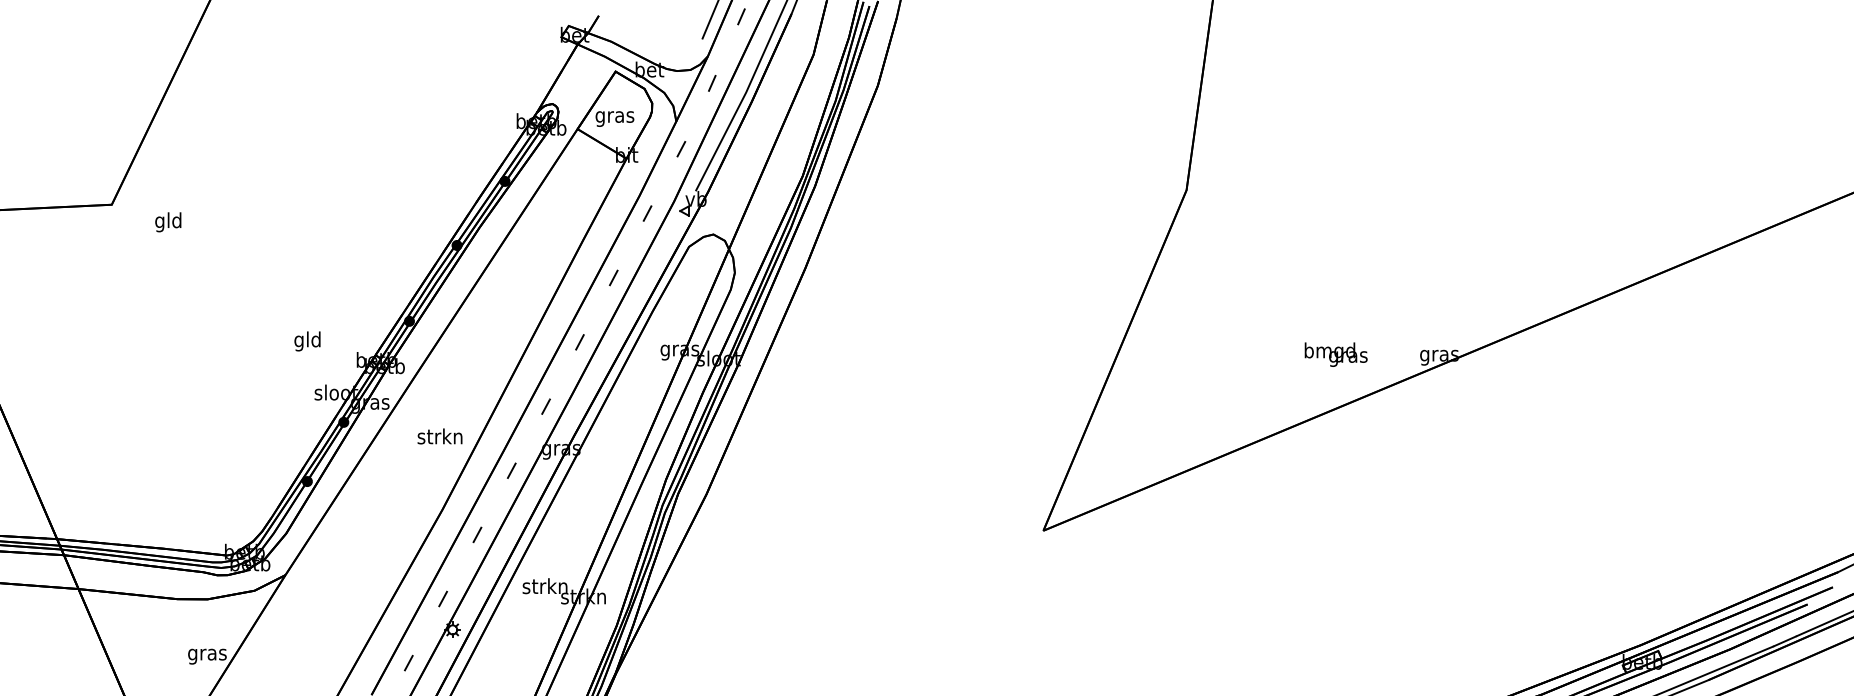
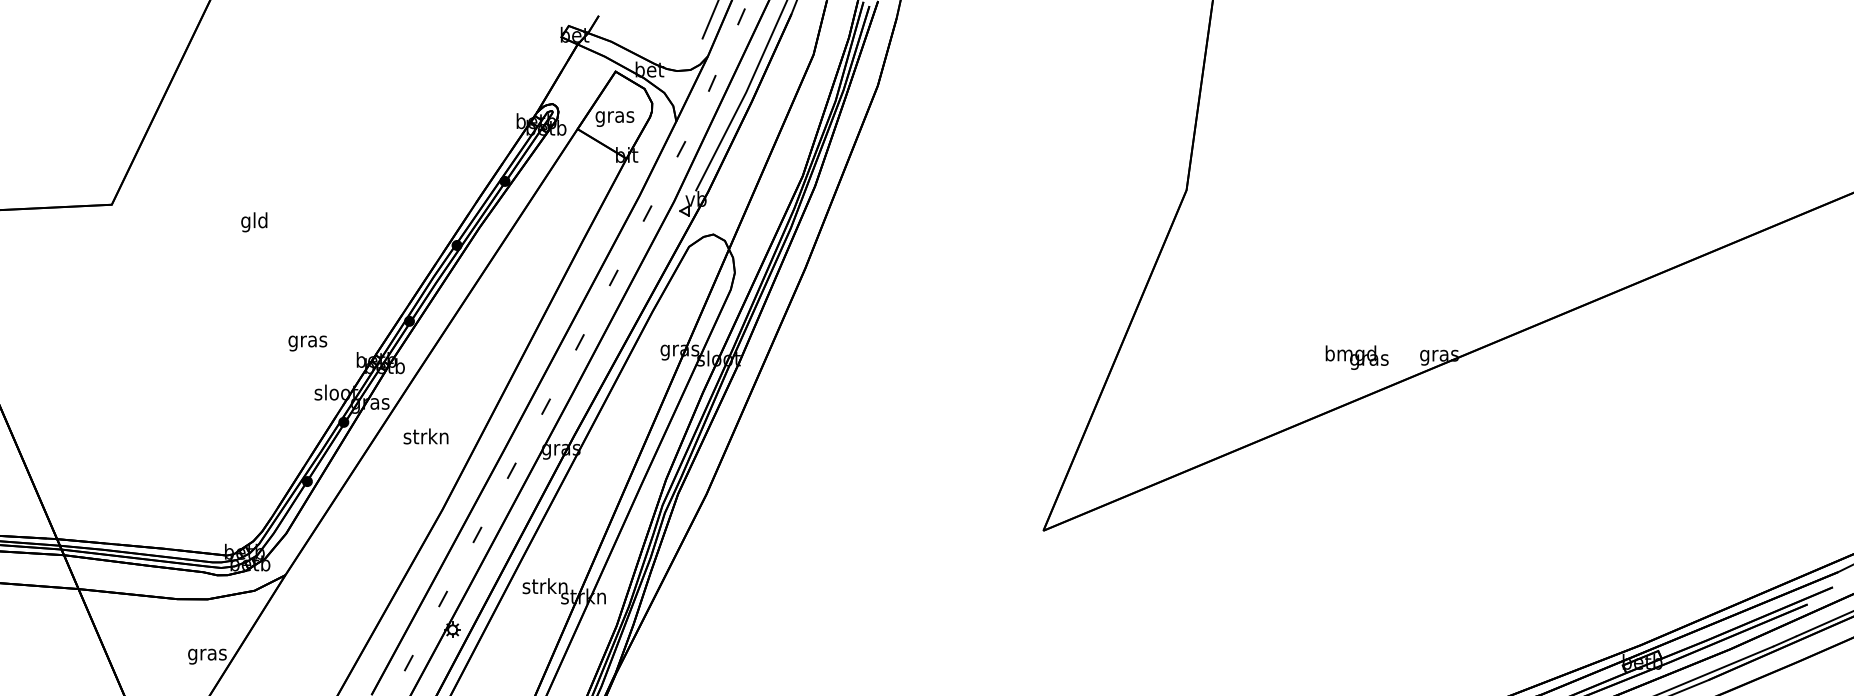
text at (168, 222) position: (168, 222) -> (254, 222)
text at (307, 341): gld -> gras
text at (1335, 354) position: (1335, 354) -> (1356, 357)
text at (439, 436) position: (439, 436) -> (425, 436)
